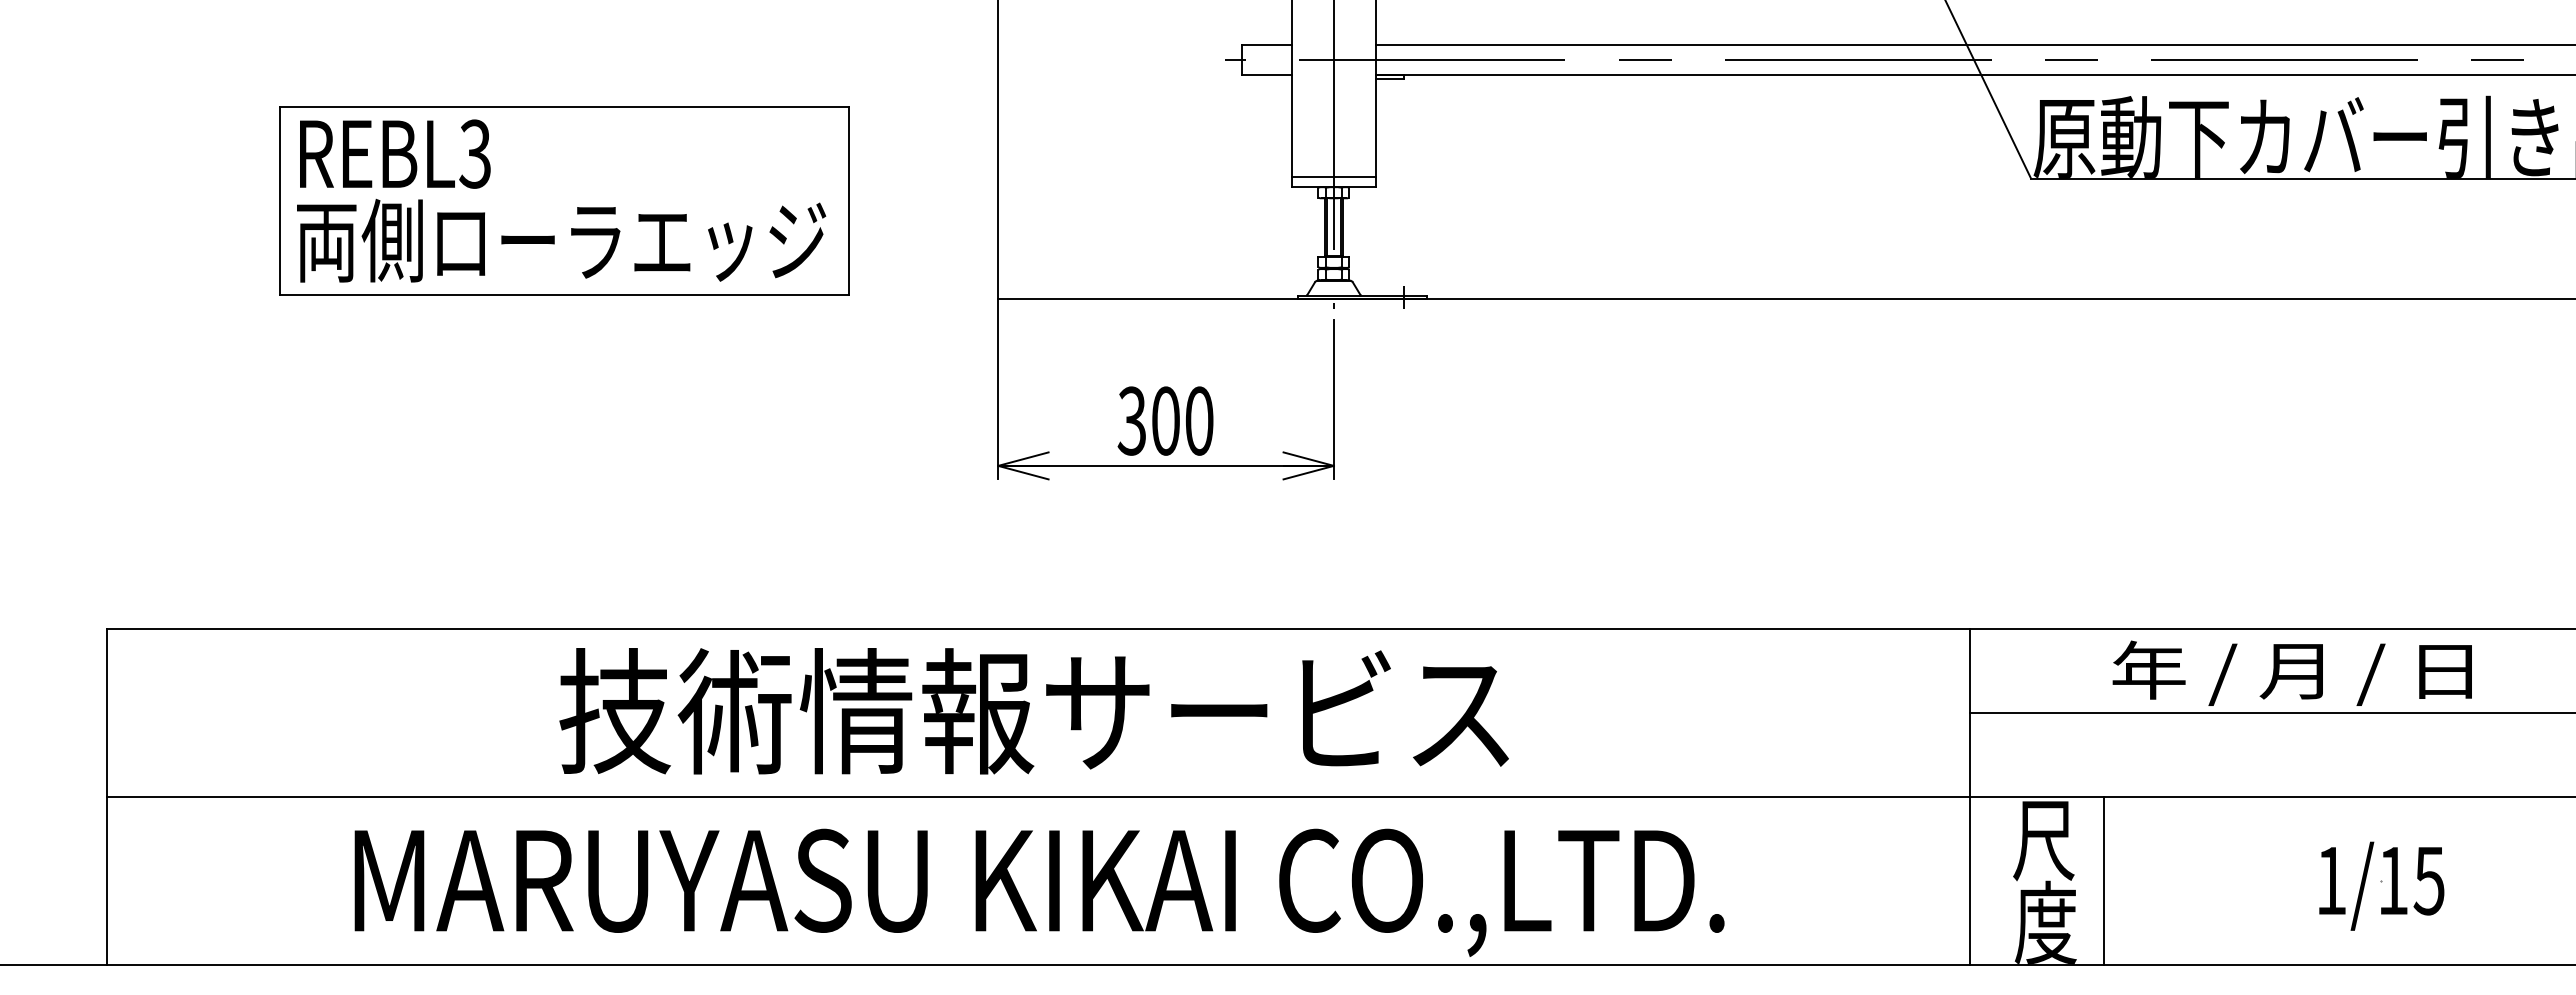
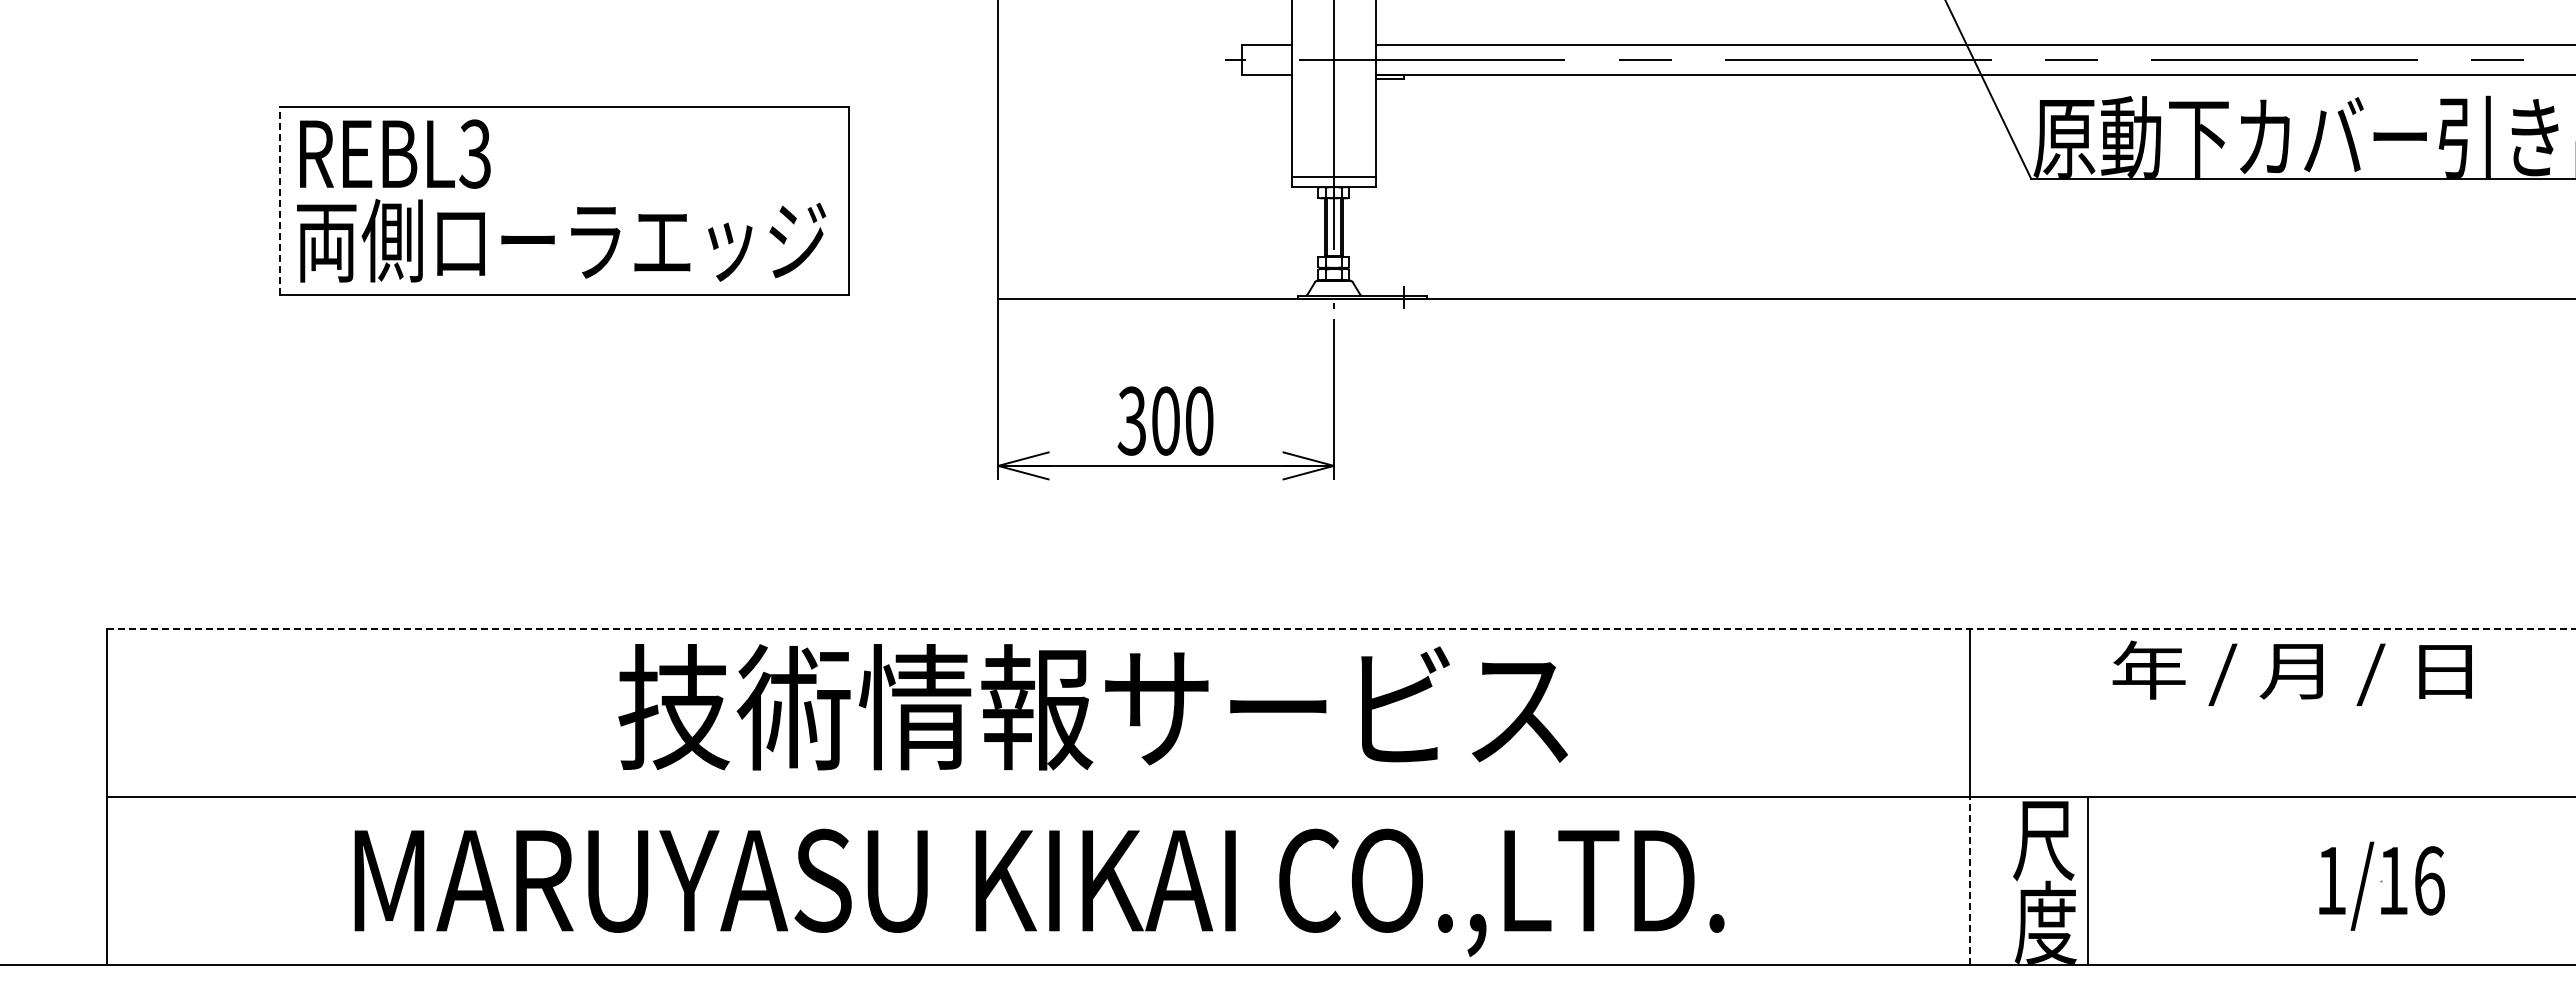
line at (279, 200): solid -> dashed
line at (1341, 629): solid -> dashed
text at (1033, 711) position: (1033, 711) -> (1092, 707)
line at (2270, 713): present -> none
line at (1969, 880): solid -> dashed
line at (2103, 880) position: (2103, 880) -> (2087, 880)
text at (2428, 880): 1/15 -> 1/16
